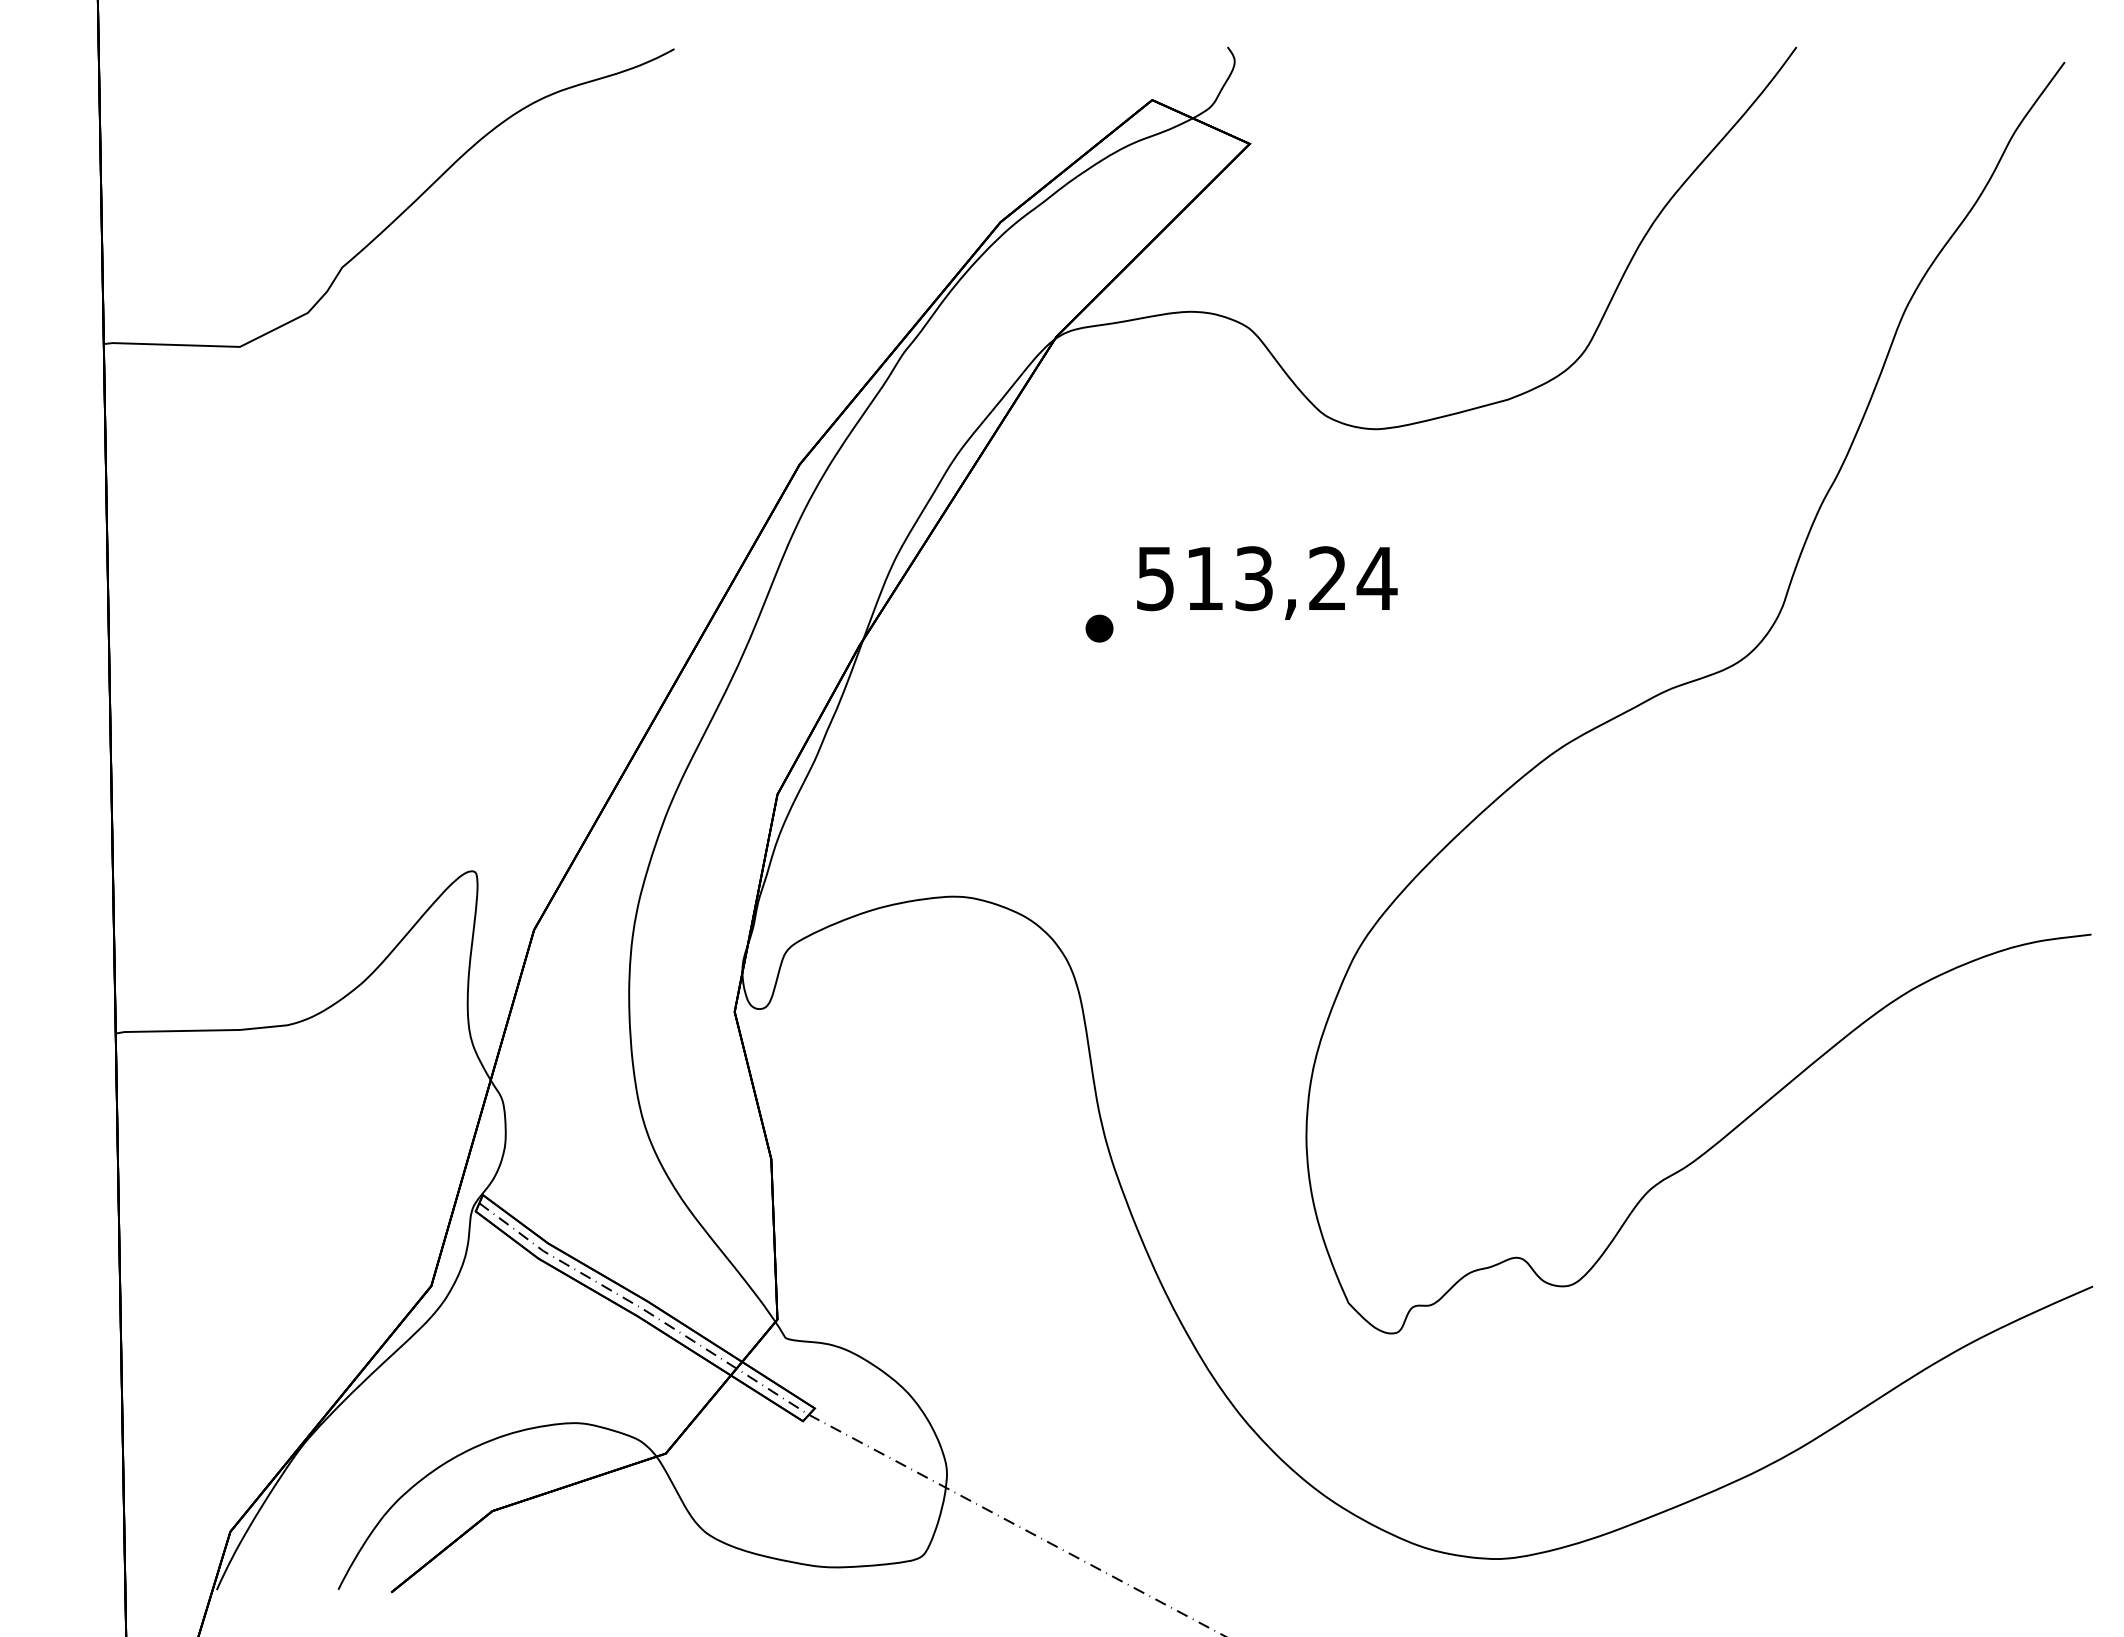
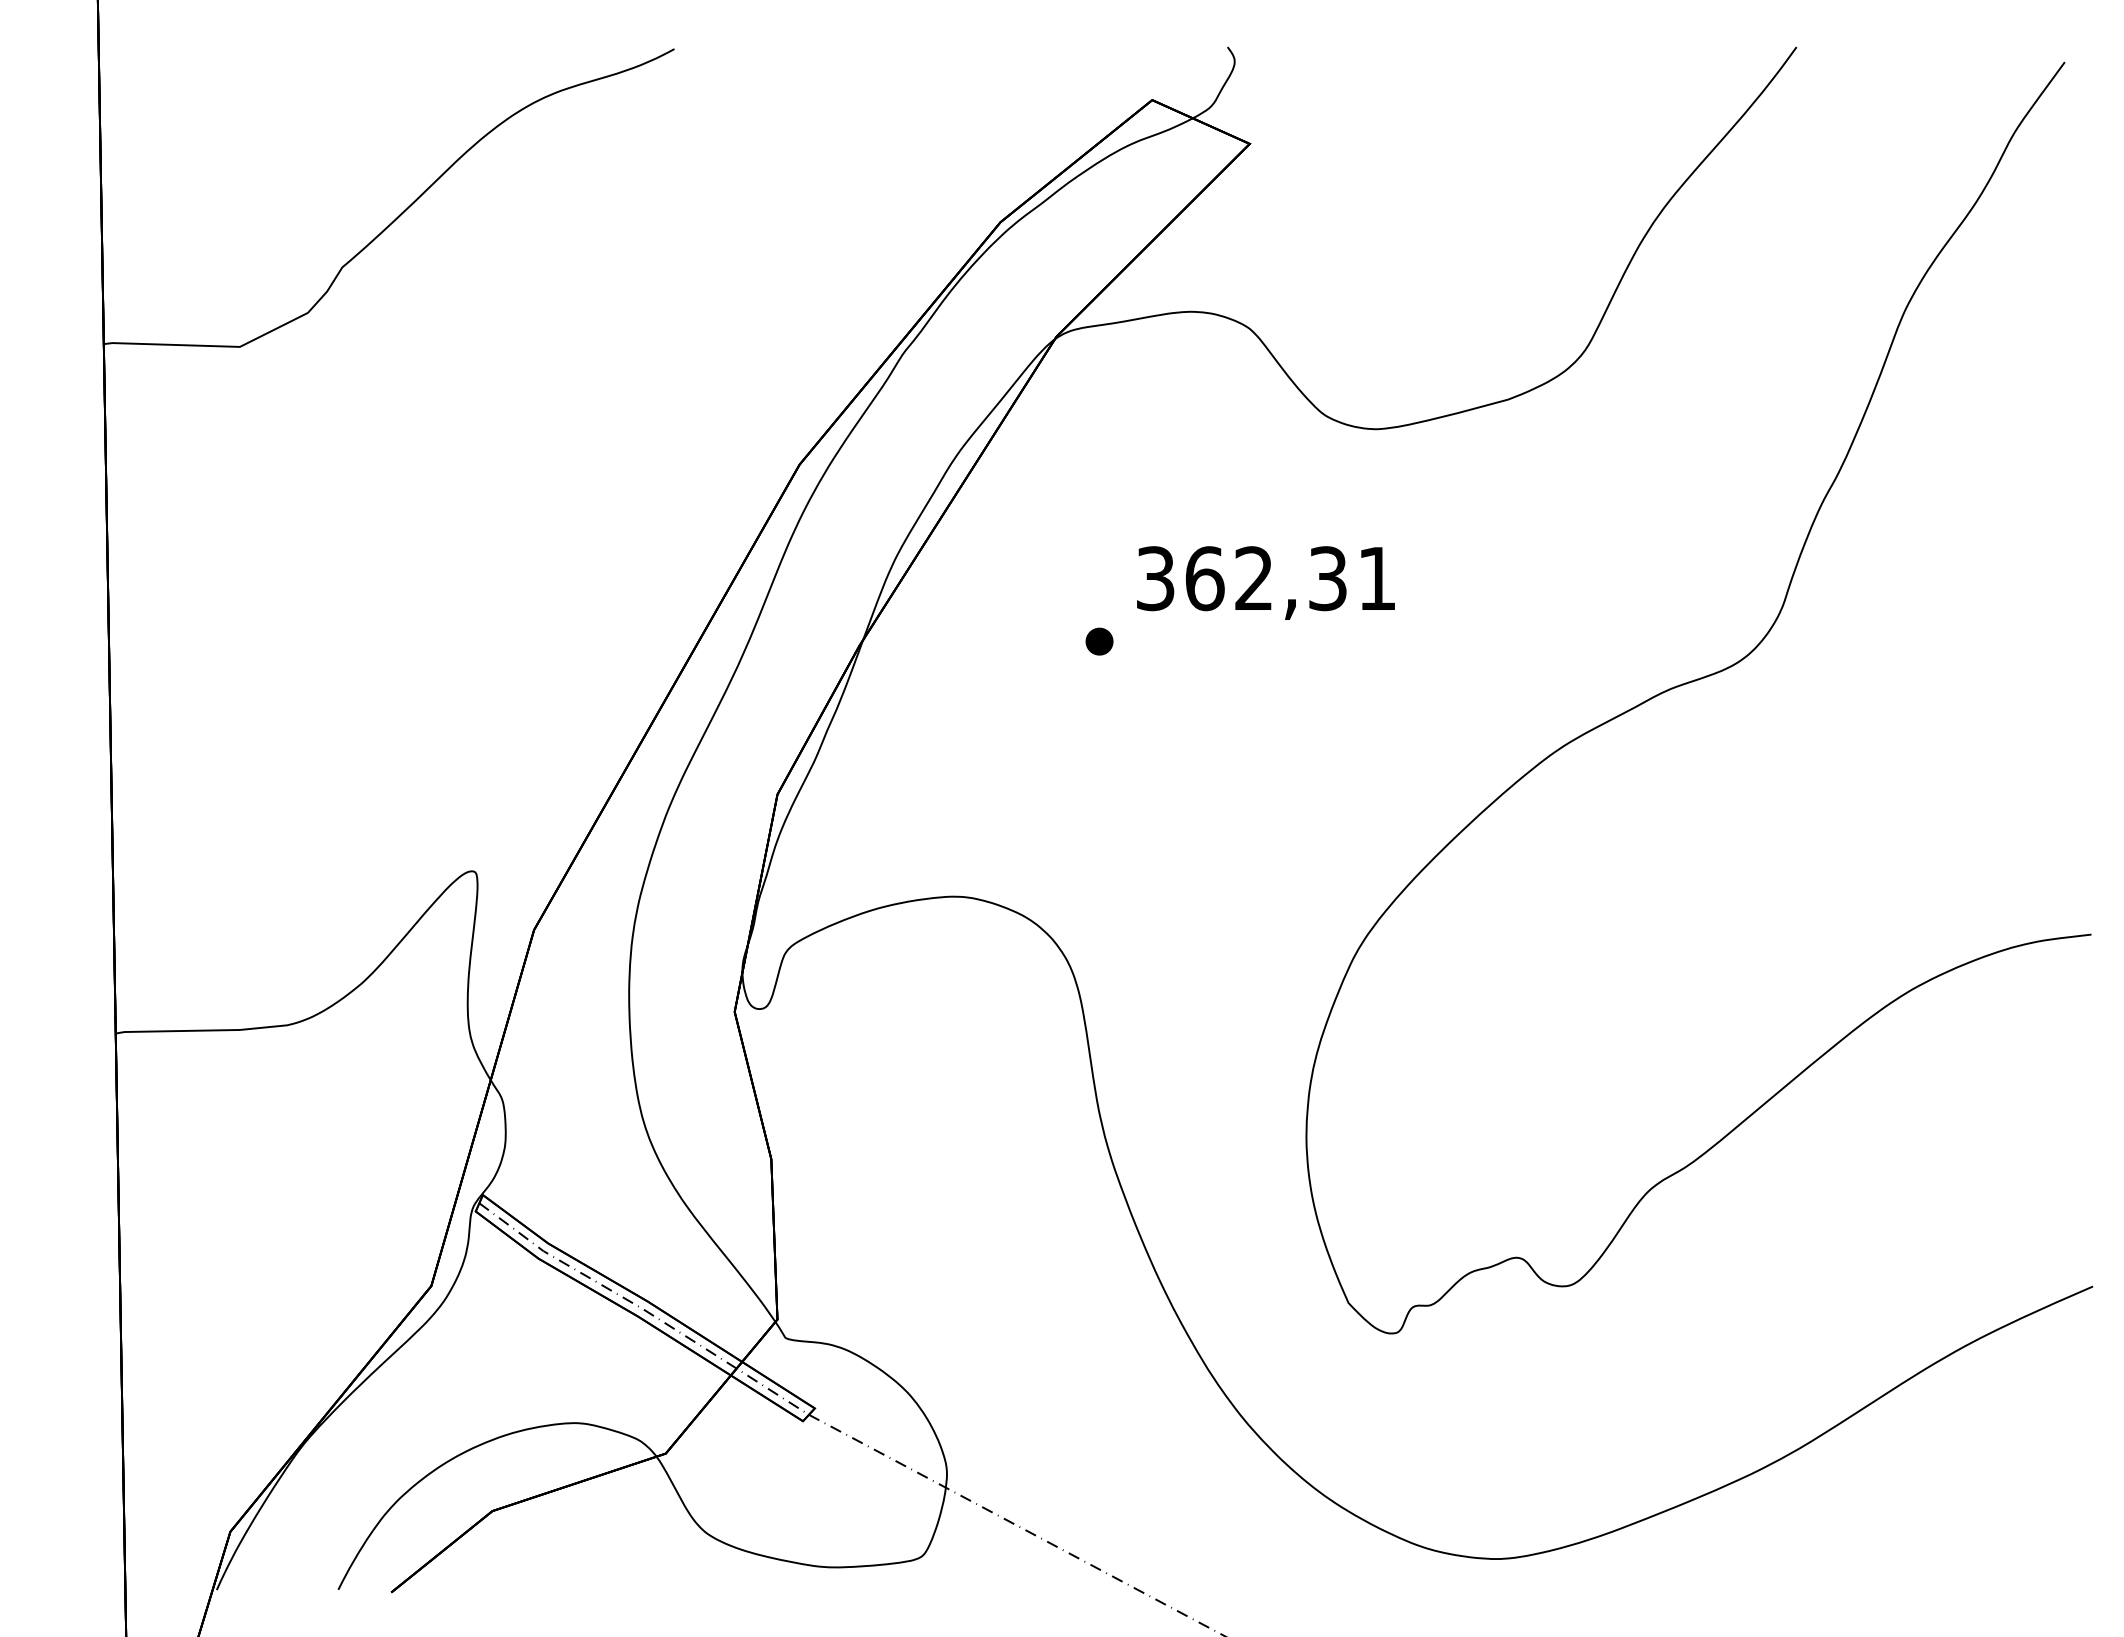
text at (1267, 578): 513,24 -> 362,31
part at (1099, 628) position: (1099, 628) -> (1099, 641)
